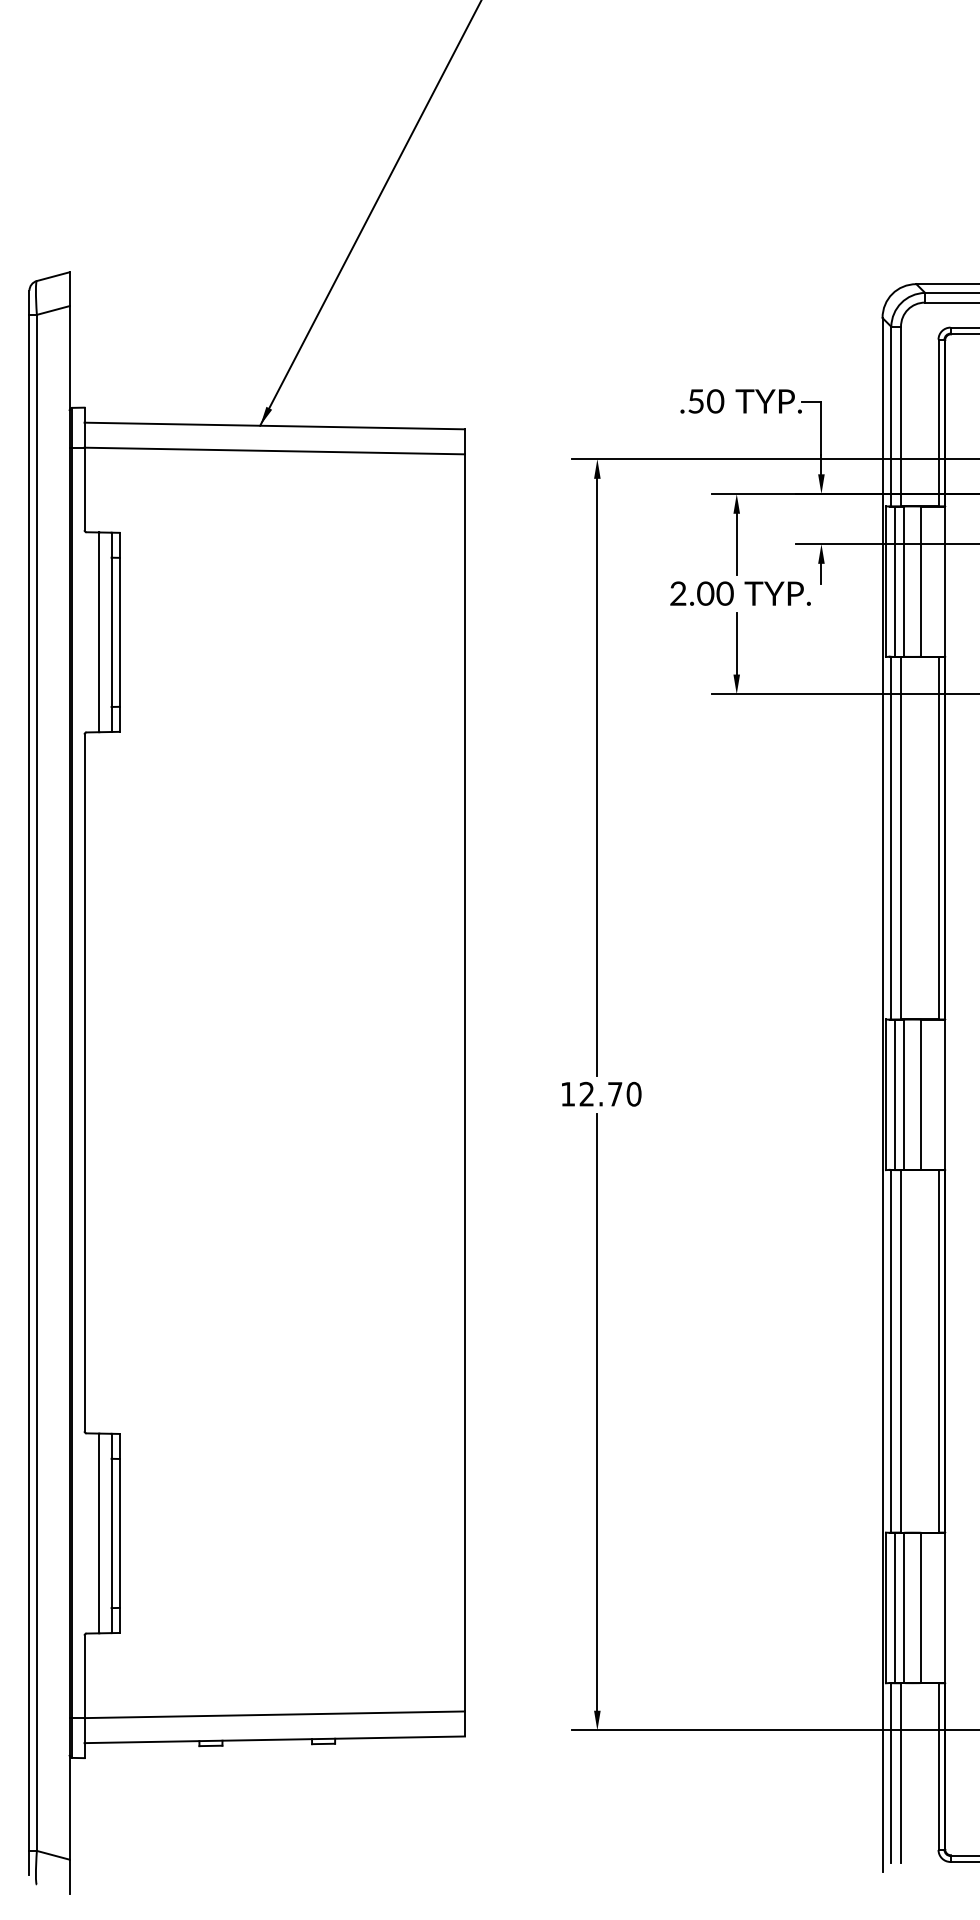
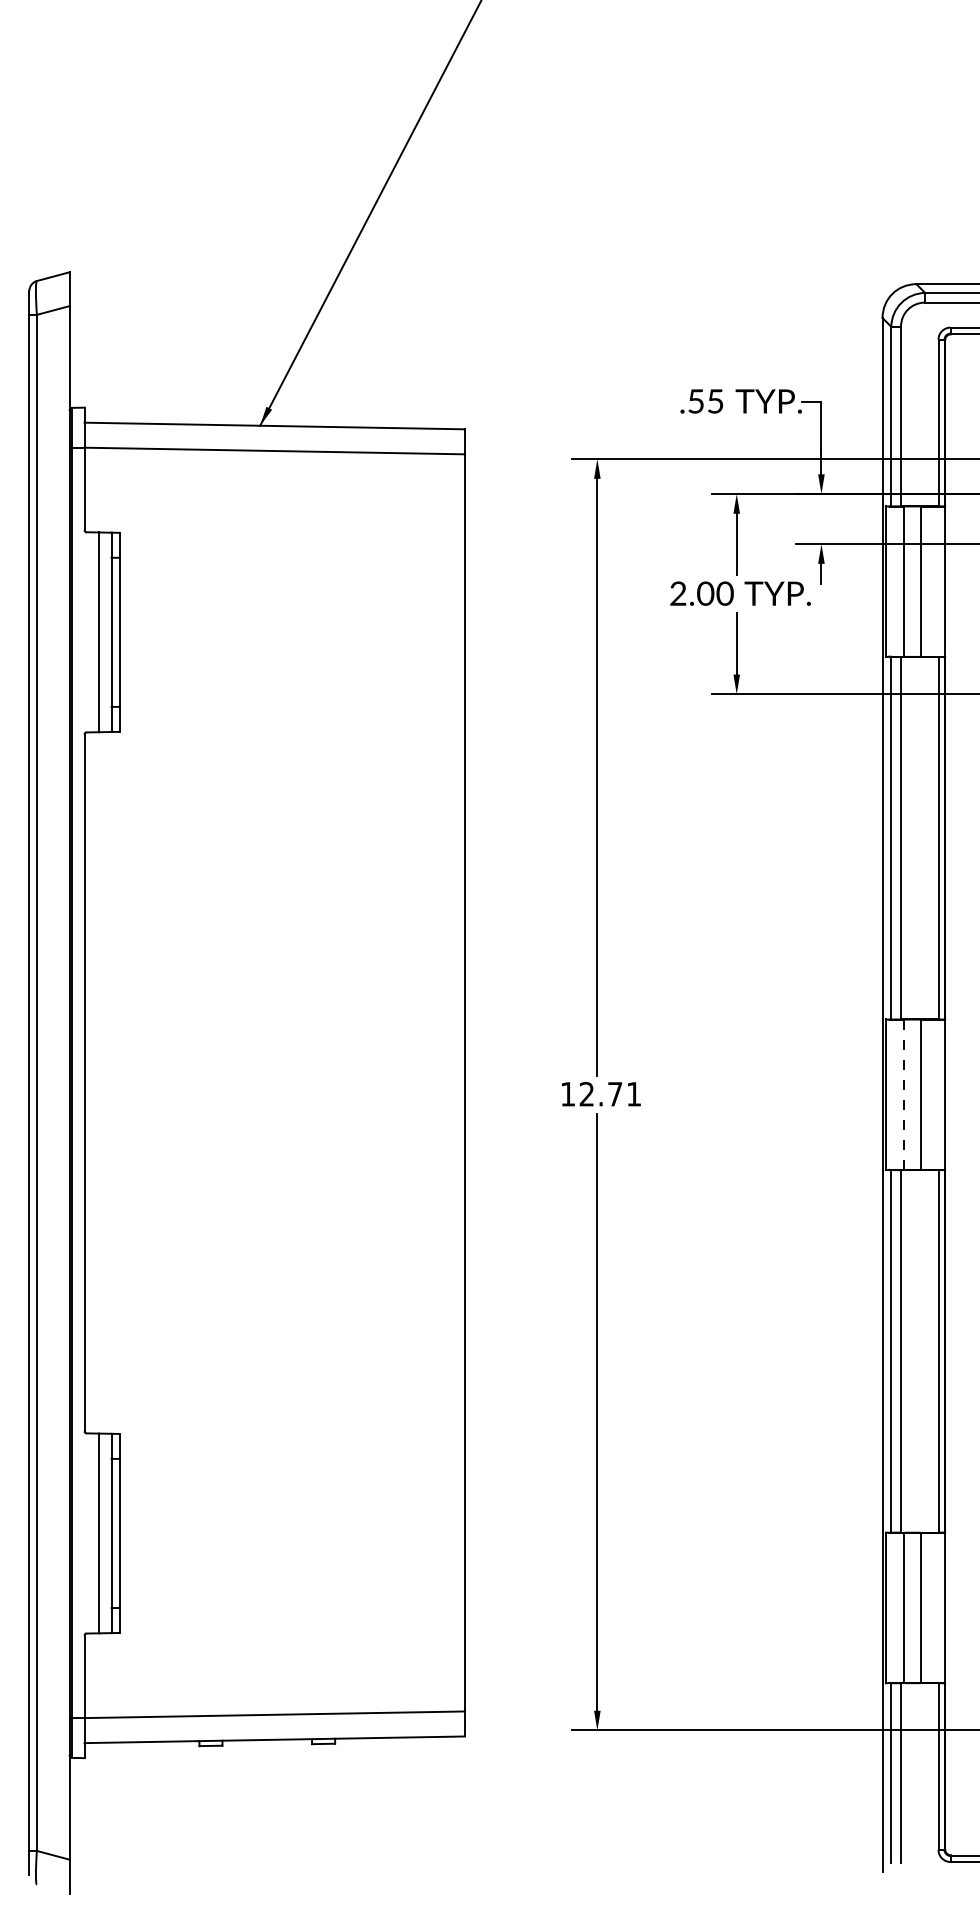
text at (715, 401): .50 -> .55
line at (895, 581): present -> none
text at (633, 1093): 12.70 -> 12.71
line at (895, 1094): present -> none
line at (903, 1095): solid -> dashed
line at (895, 1607): present -> none
